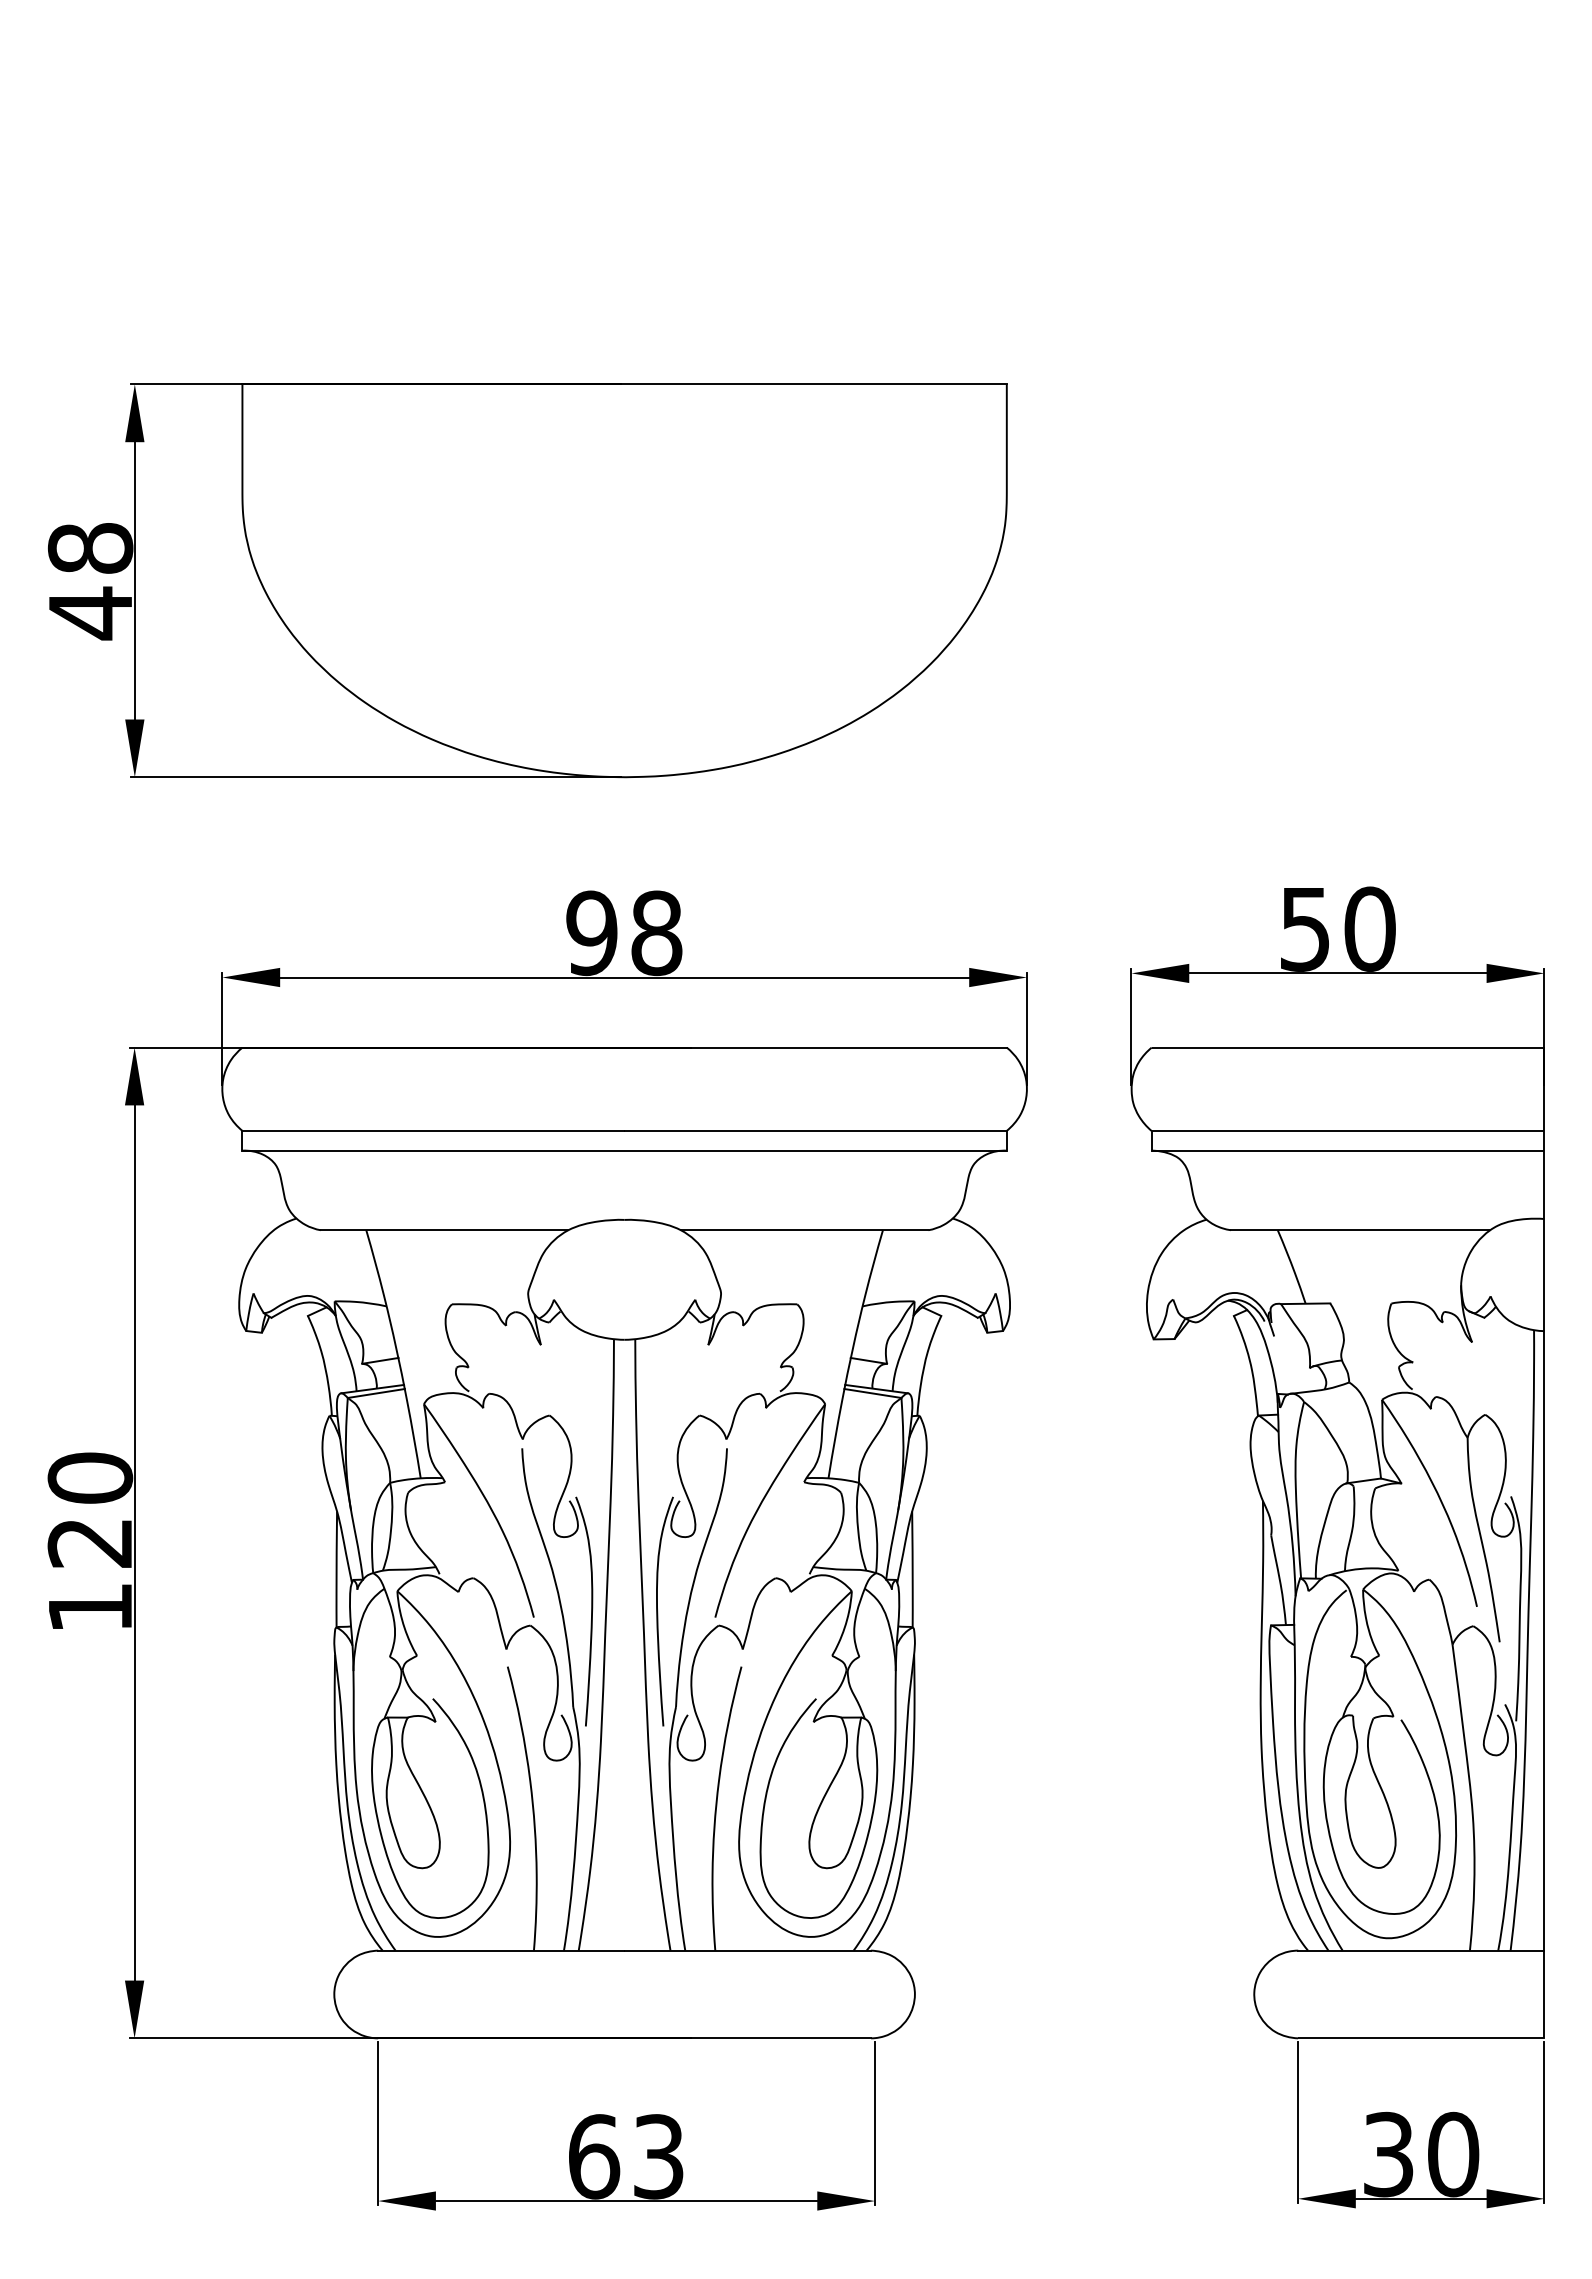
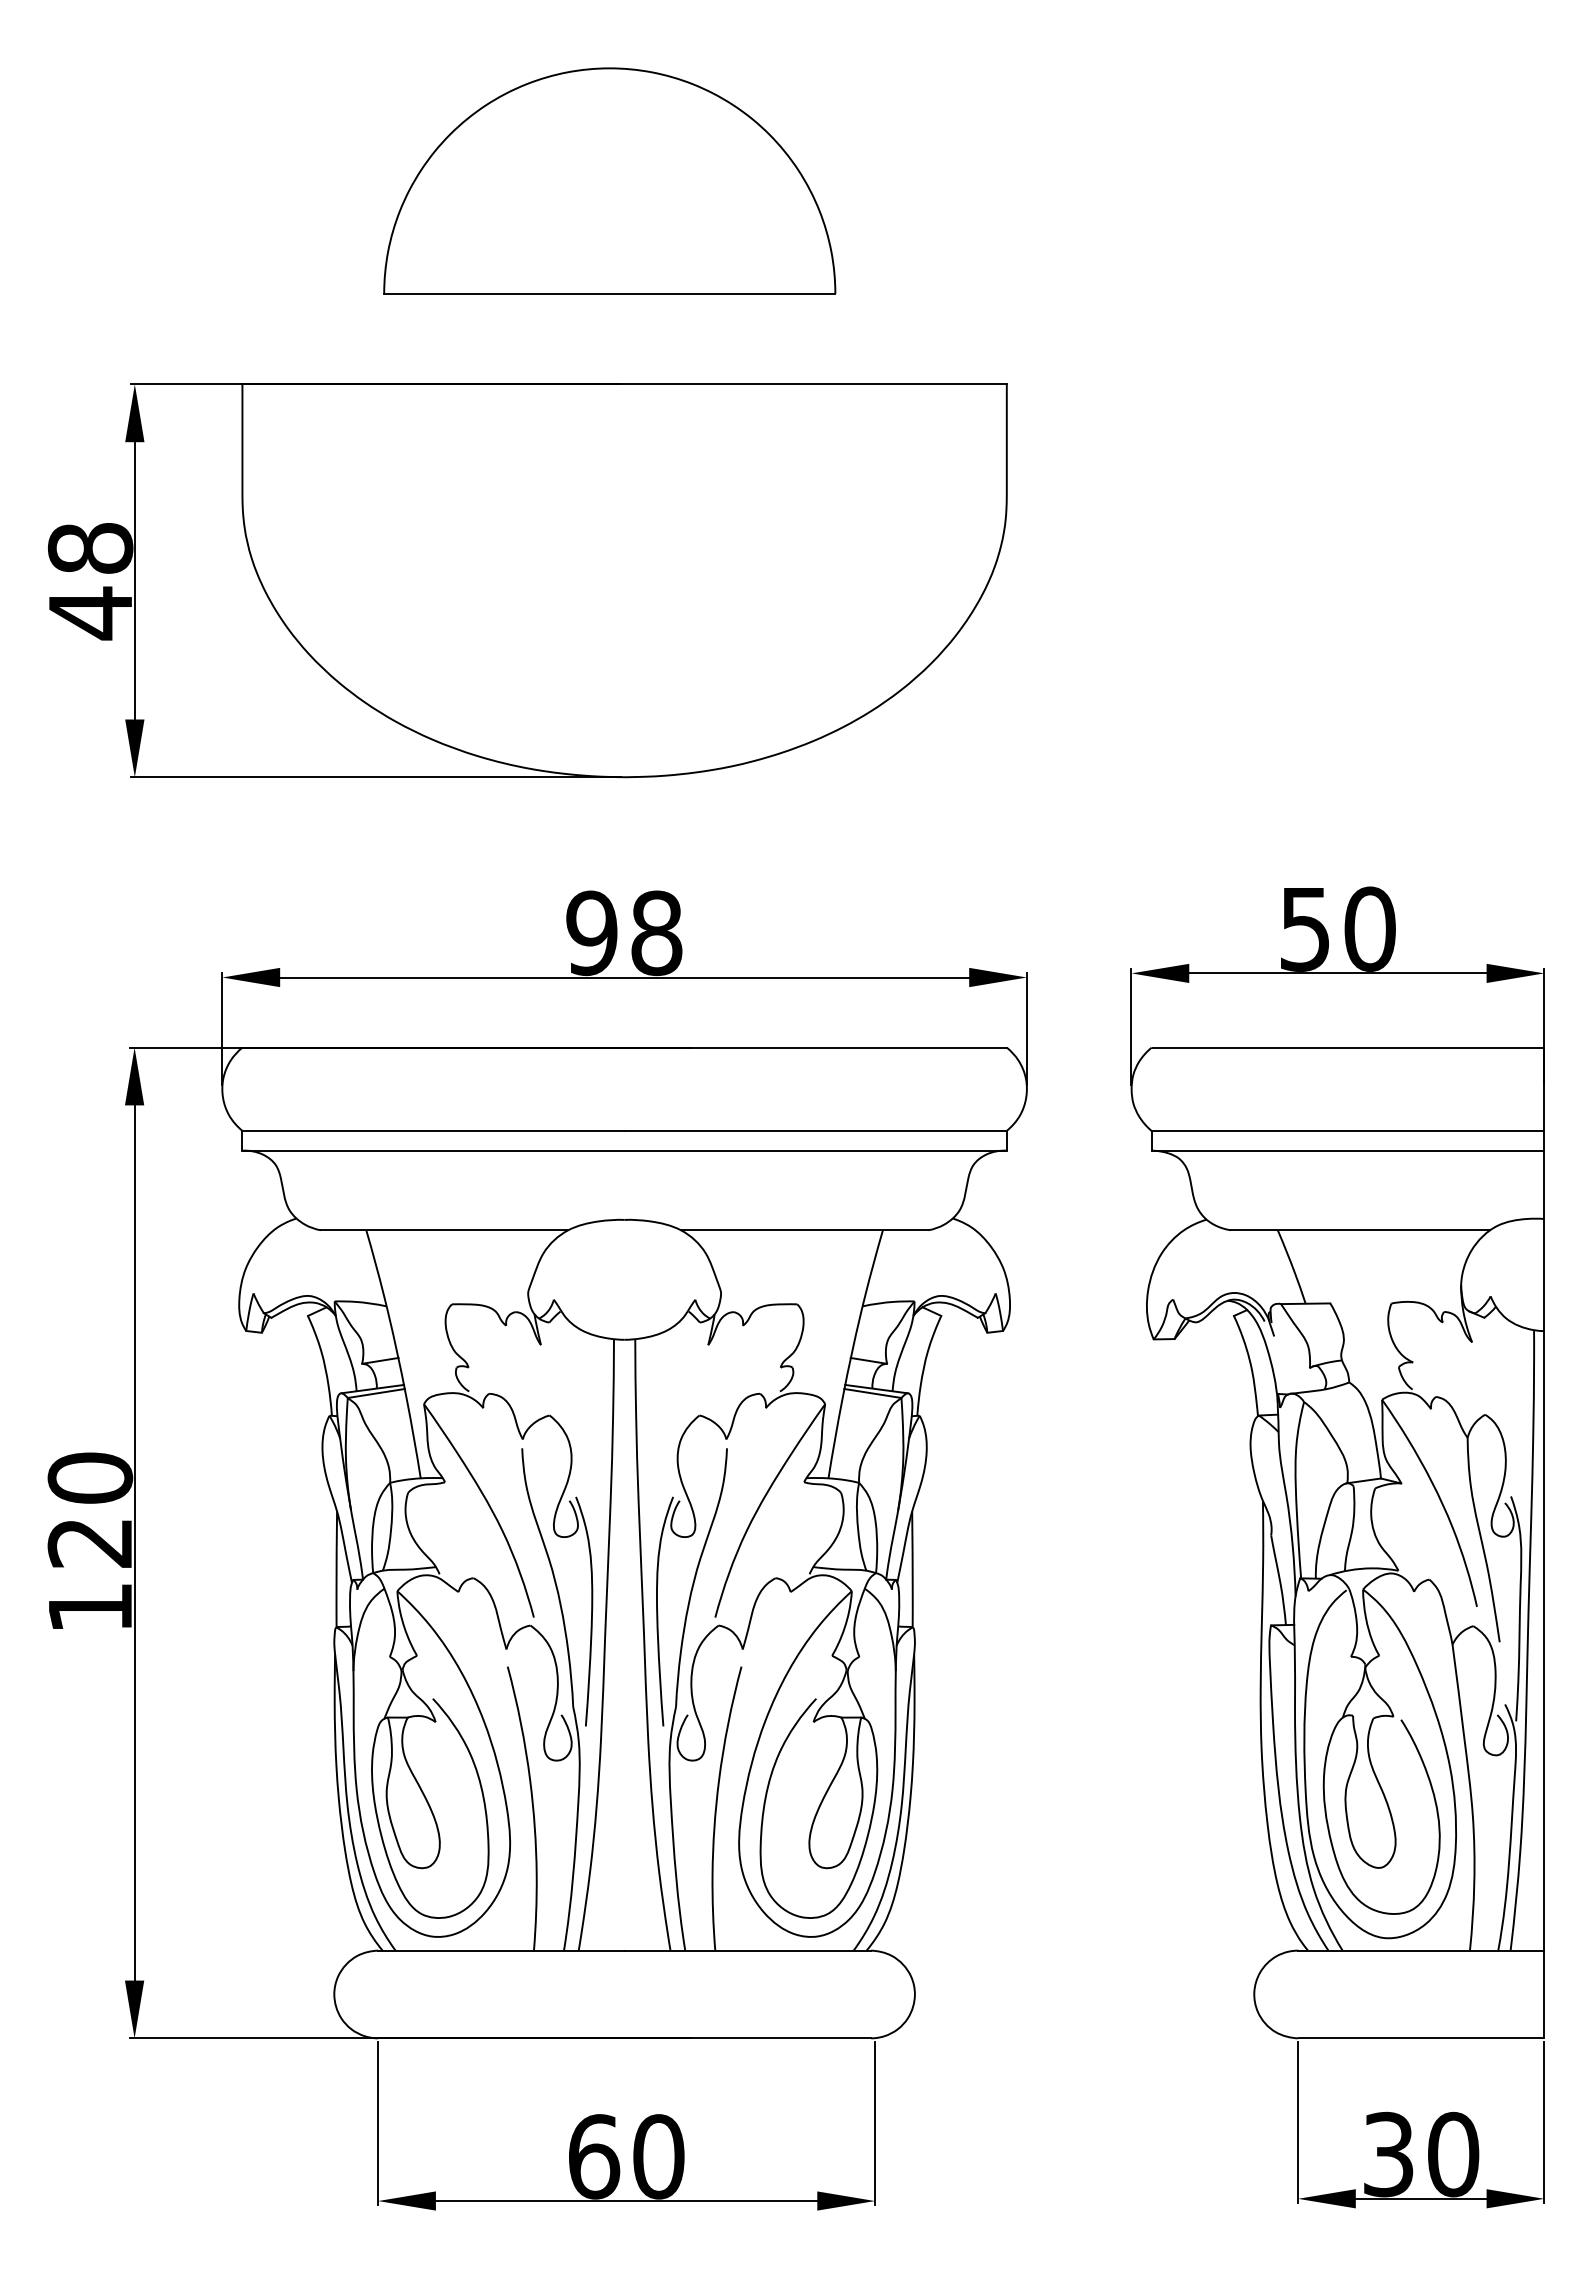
part at (609, 180): none -> present
text at (658, 2156): 63 -> 60
